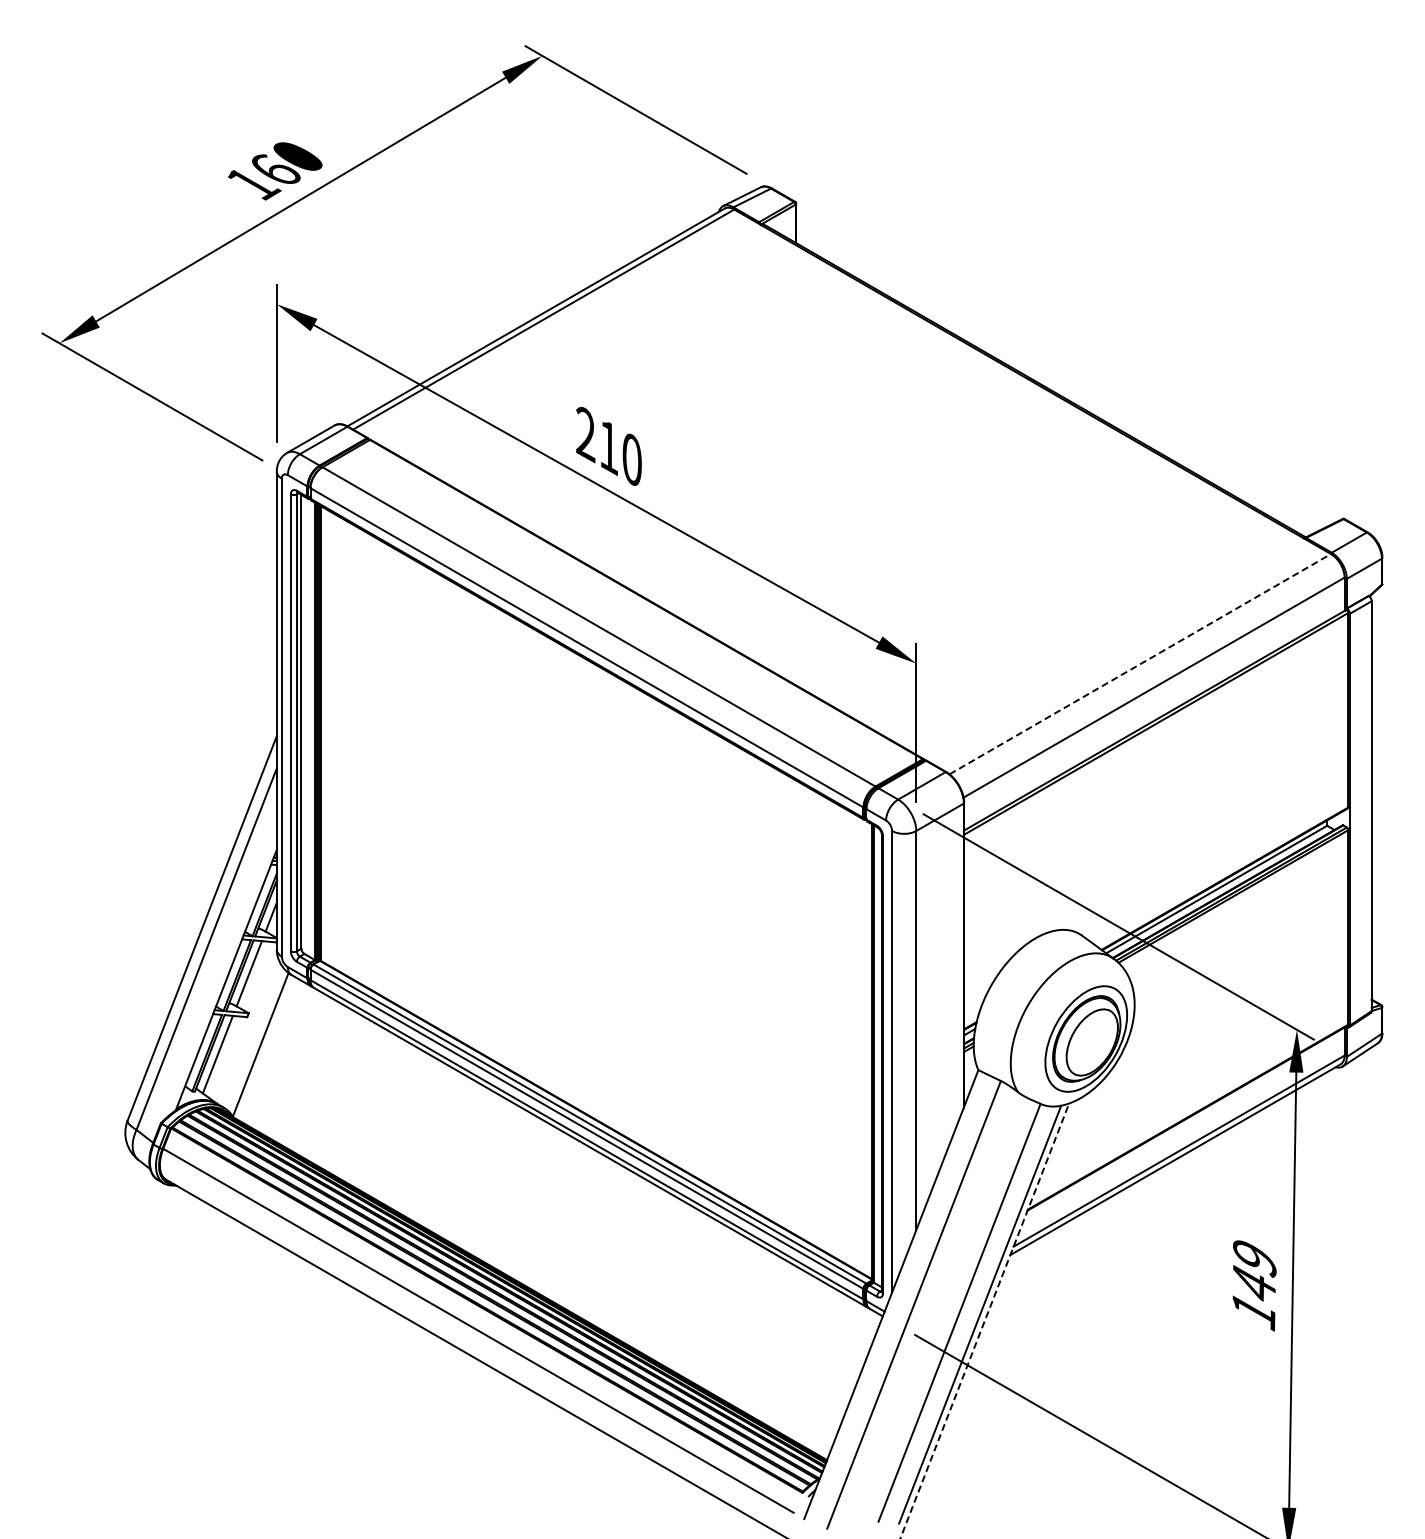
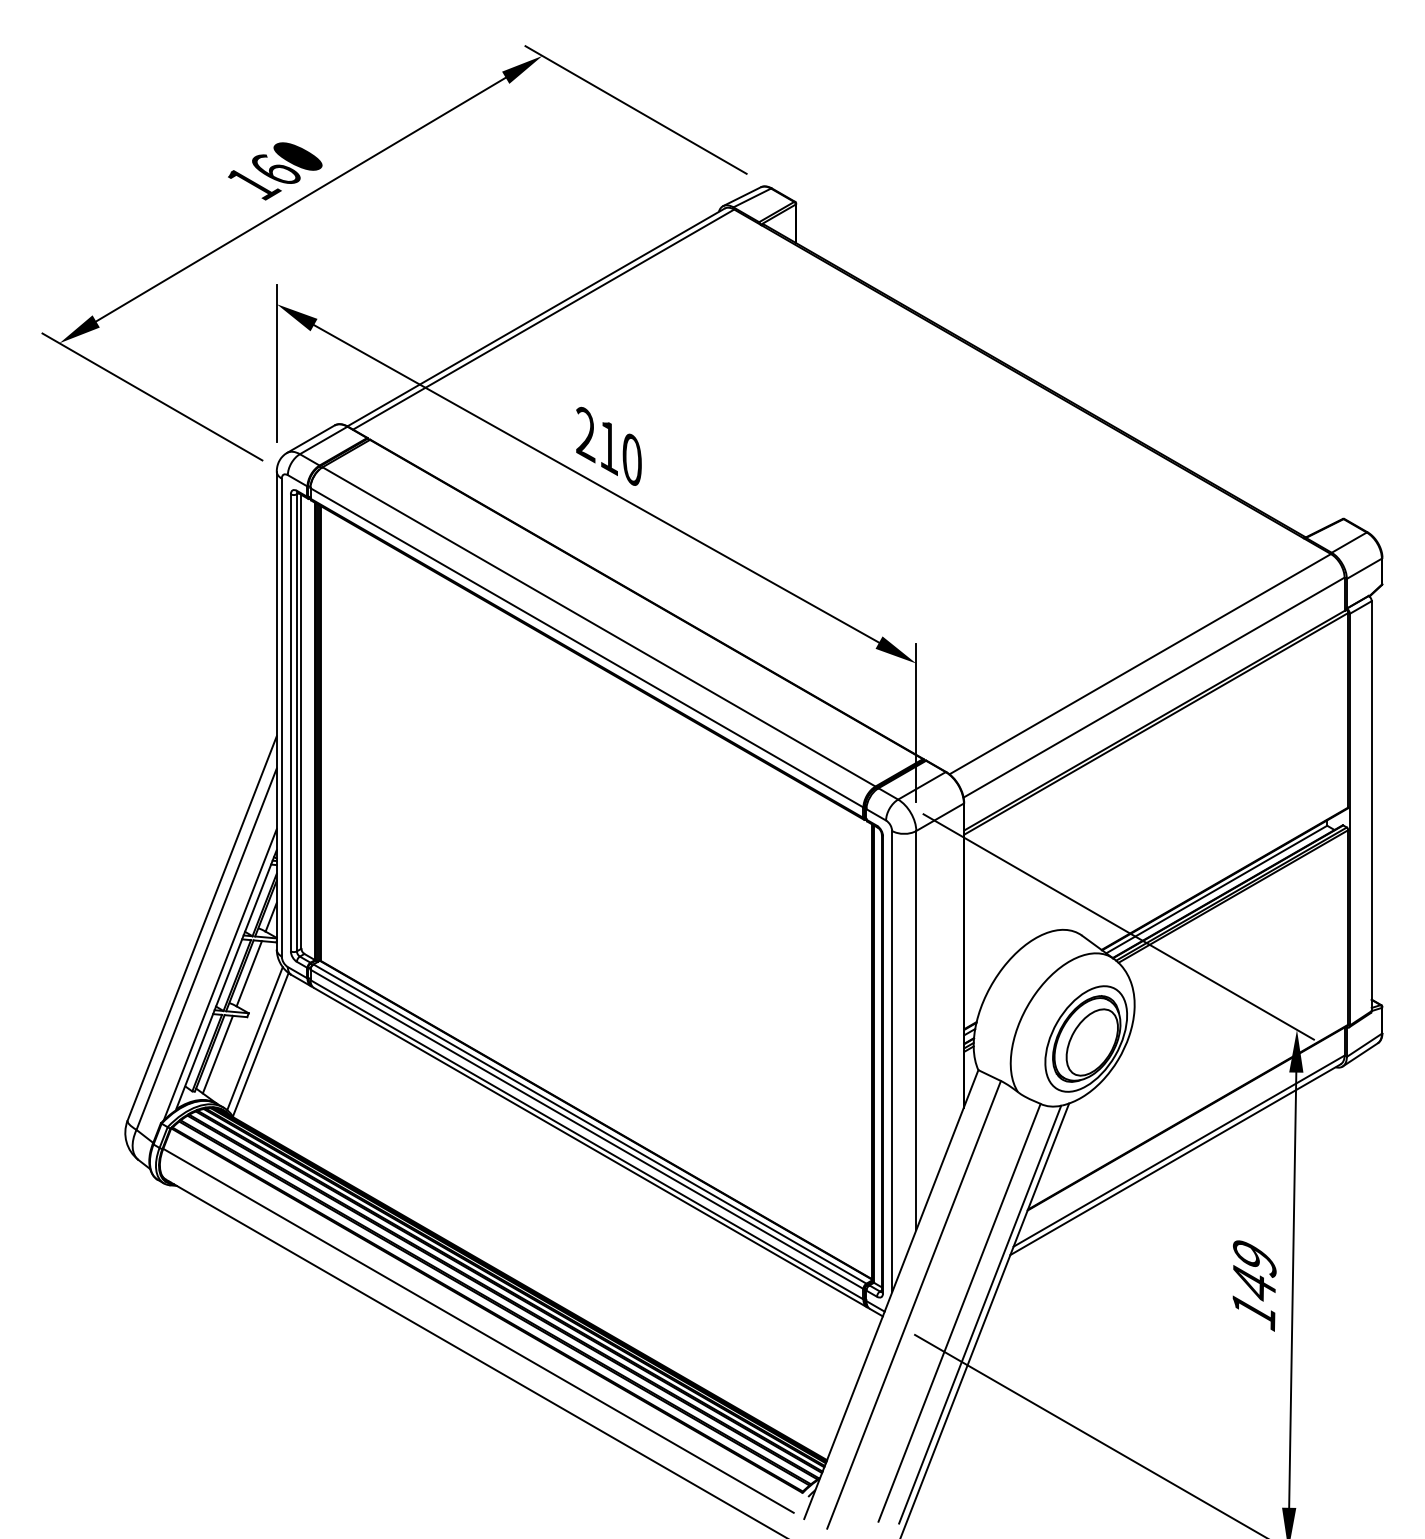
line at (1140, 663): dashed -> solid
line at (219, 974): none -> present
line at (254, 1038): none -> present
line at (984, 1321): dashed -> solid
